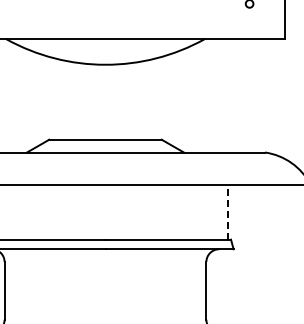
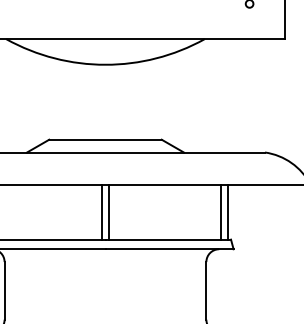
line at (102, 211): none -> present
line at (108, 211): none -> present
line at (221, 211): none -> present
line at (227, 212): dashed -> solid
